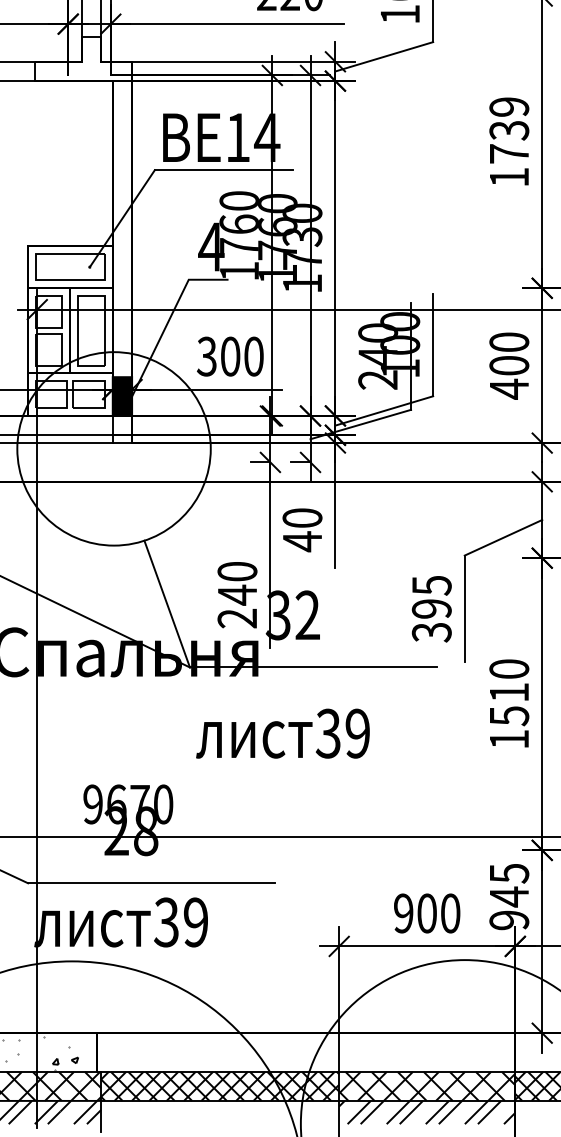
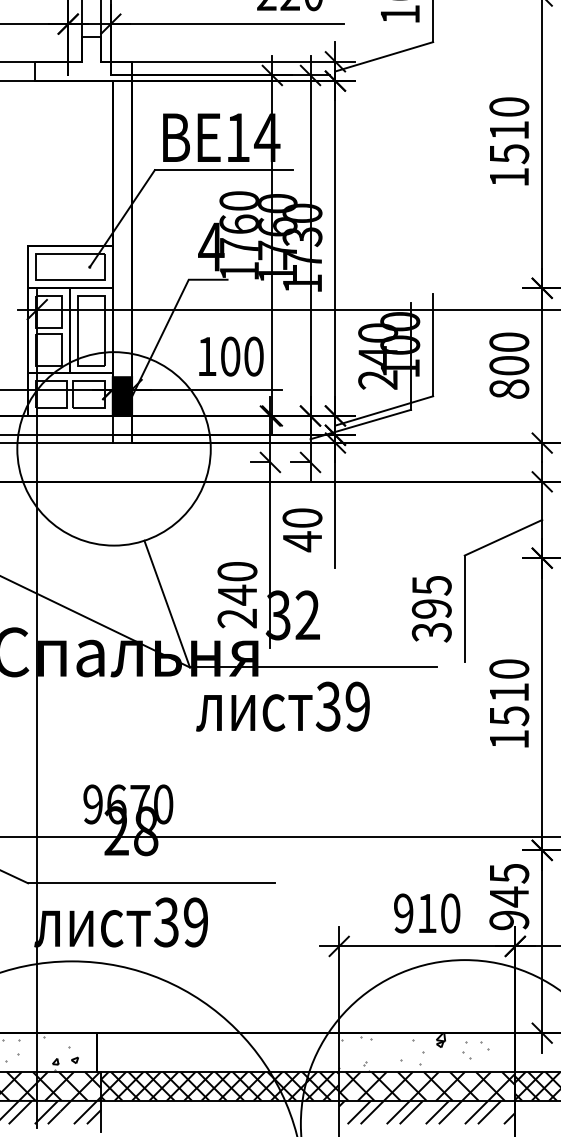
text at (509, 130): 1739 -> 1510
text at (206, 356): 300 -> 100
text at (509, 388): 400 -> 800
text at (282, 733) position: (282, 733) -> (282, 706)
text at (426, 913): 900 -> 910
hatch at (413, 1052): none -> present
